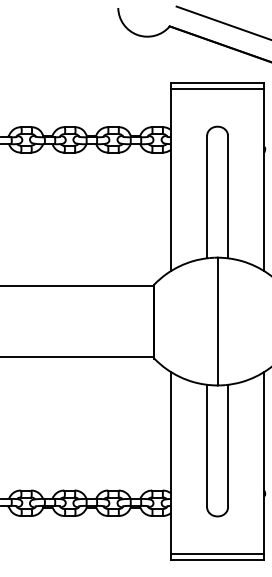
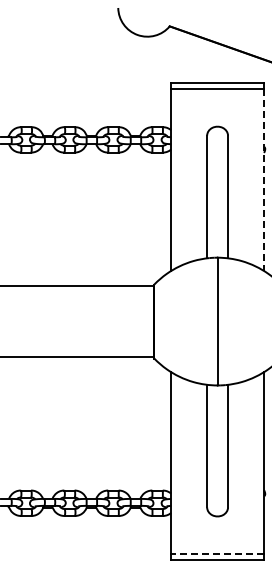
line at (222, 22): present -> none
line at (264, 180): solid -> dashed
line at (217, 553): solid -> dashed
